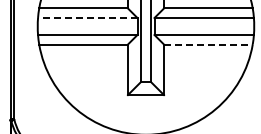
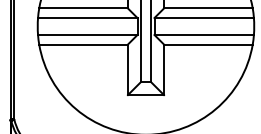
line at (87, 18): dashed -> solid
line at (208, 44): dashed -> solid
